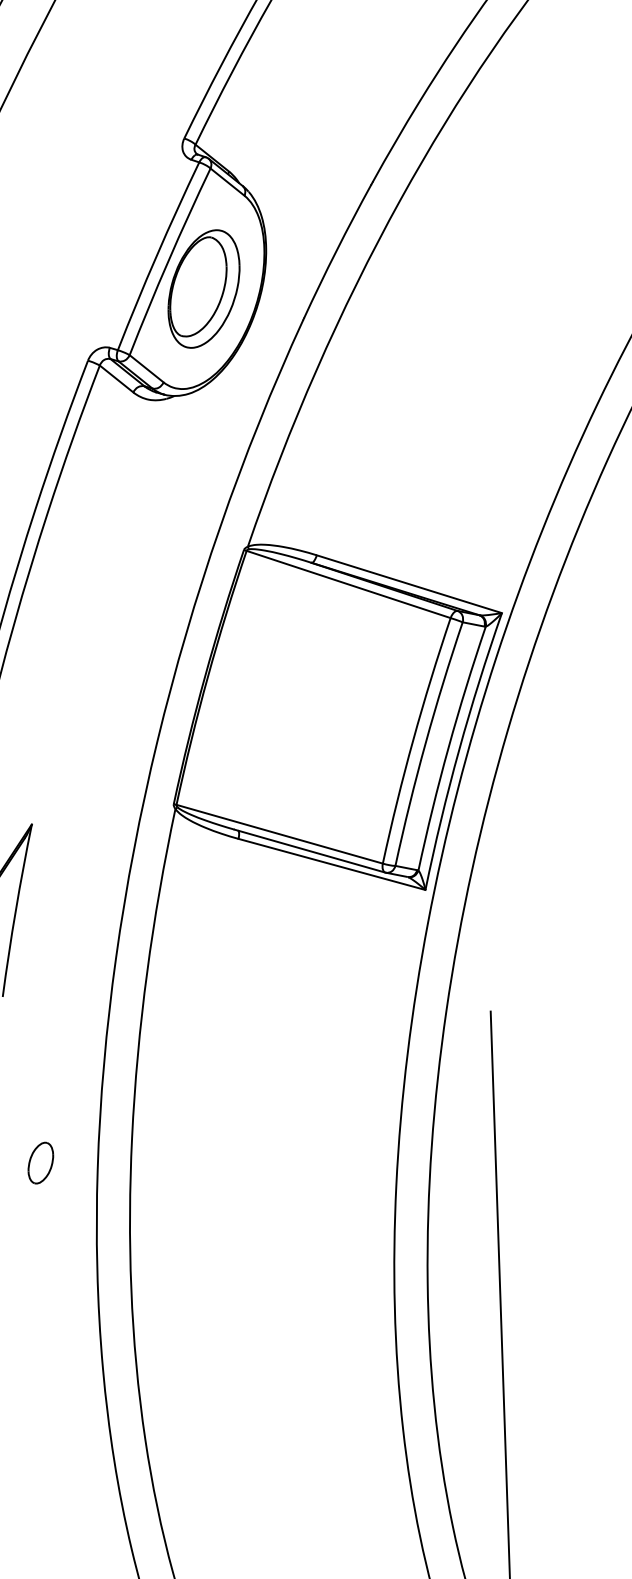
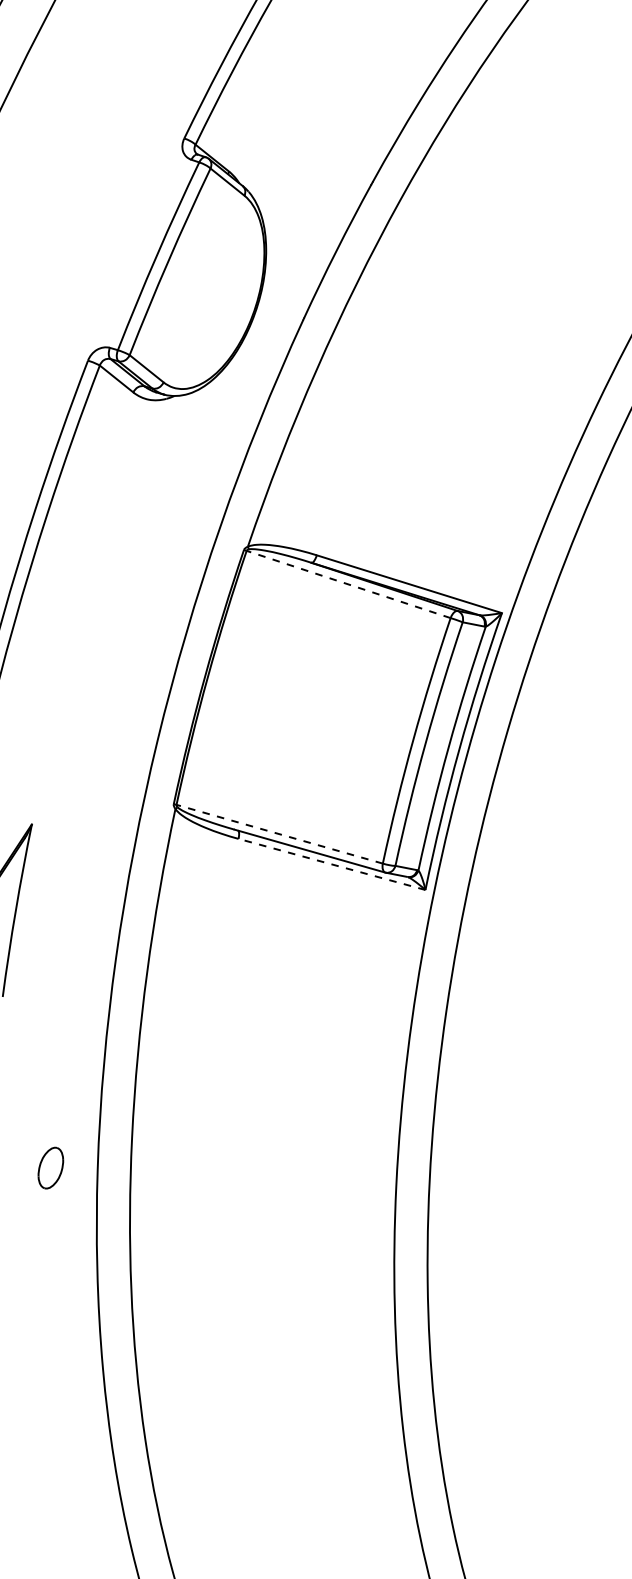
part at (203, 288): present -> none
line at (348, 584): solid -> dashed
line at (279, 834): solid -> dashed
line at (332, 864): solid -> dashed
part at (40, 1162) position: (40, 1162) -> (50, 1167)
line at (499, 1292): present -> none
